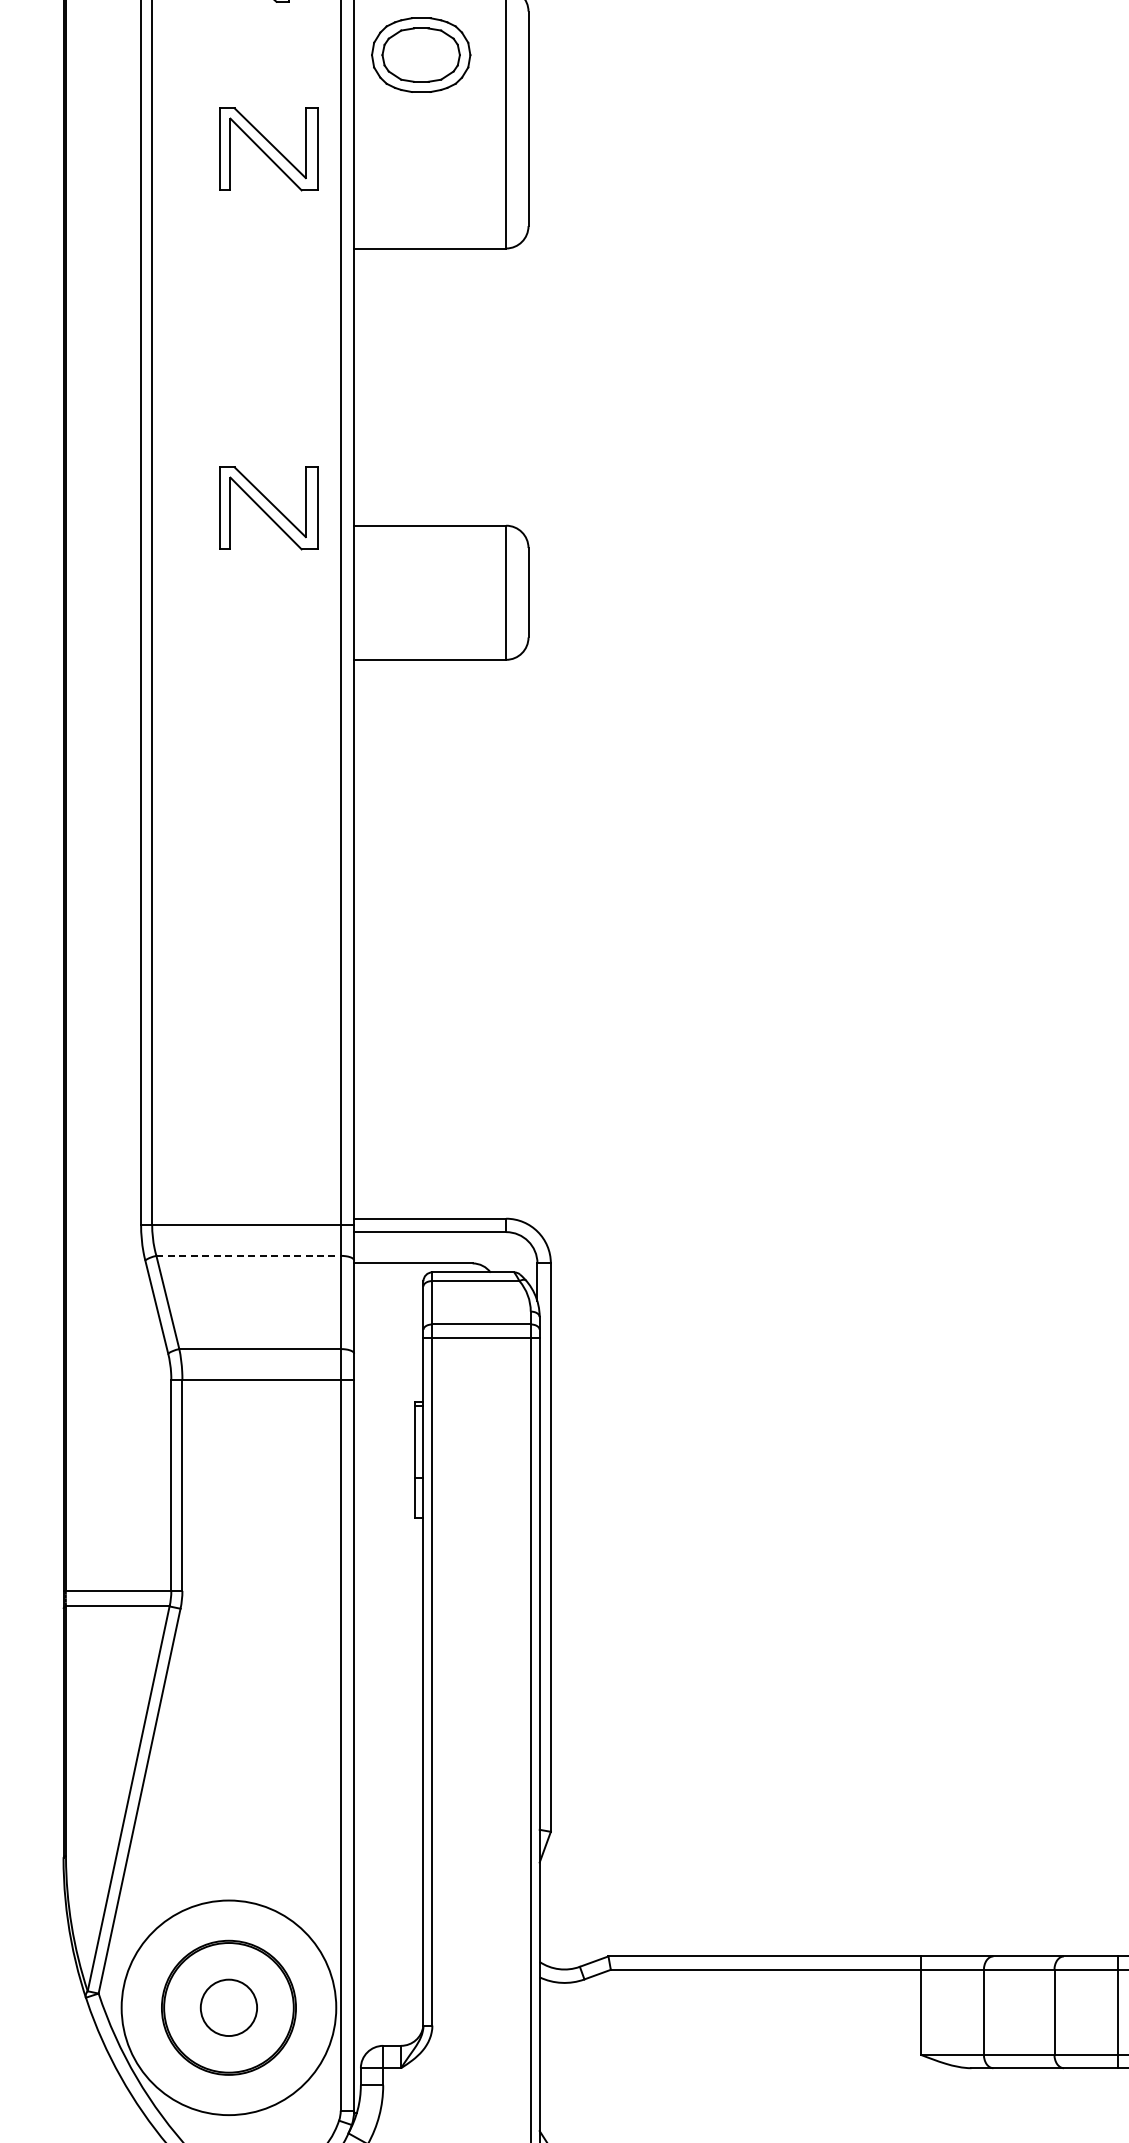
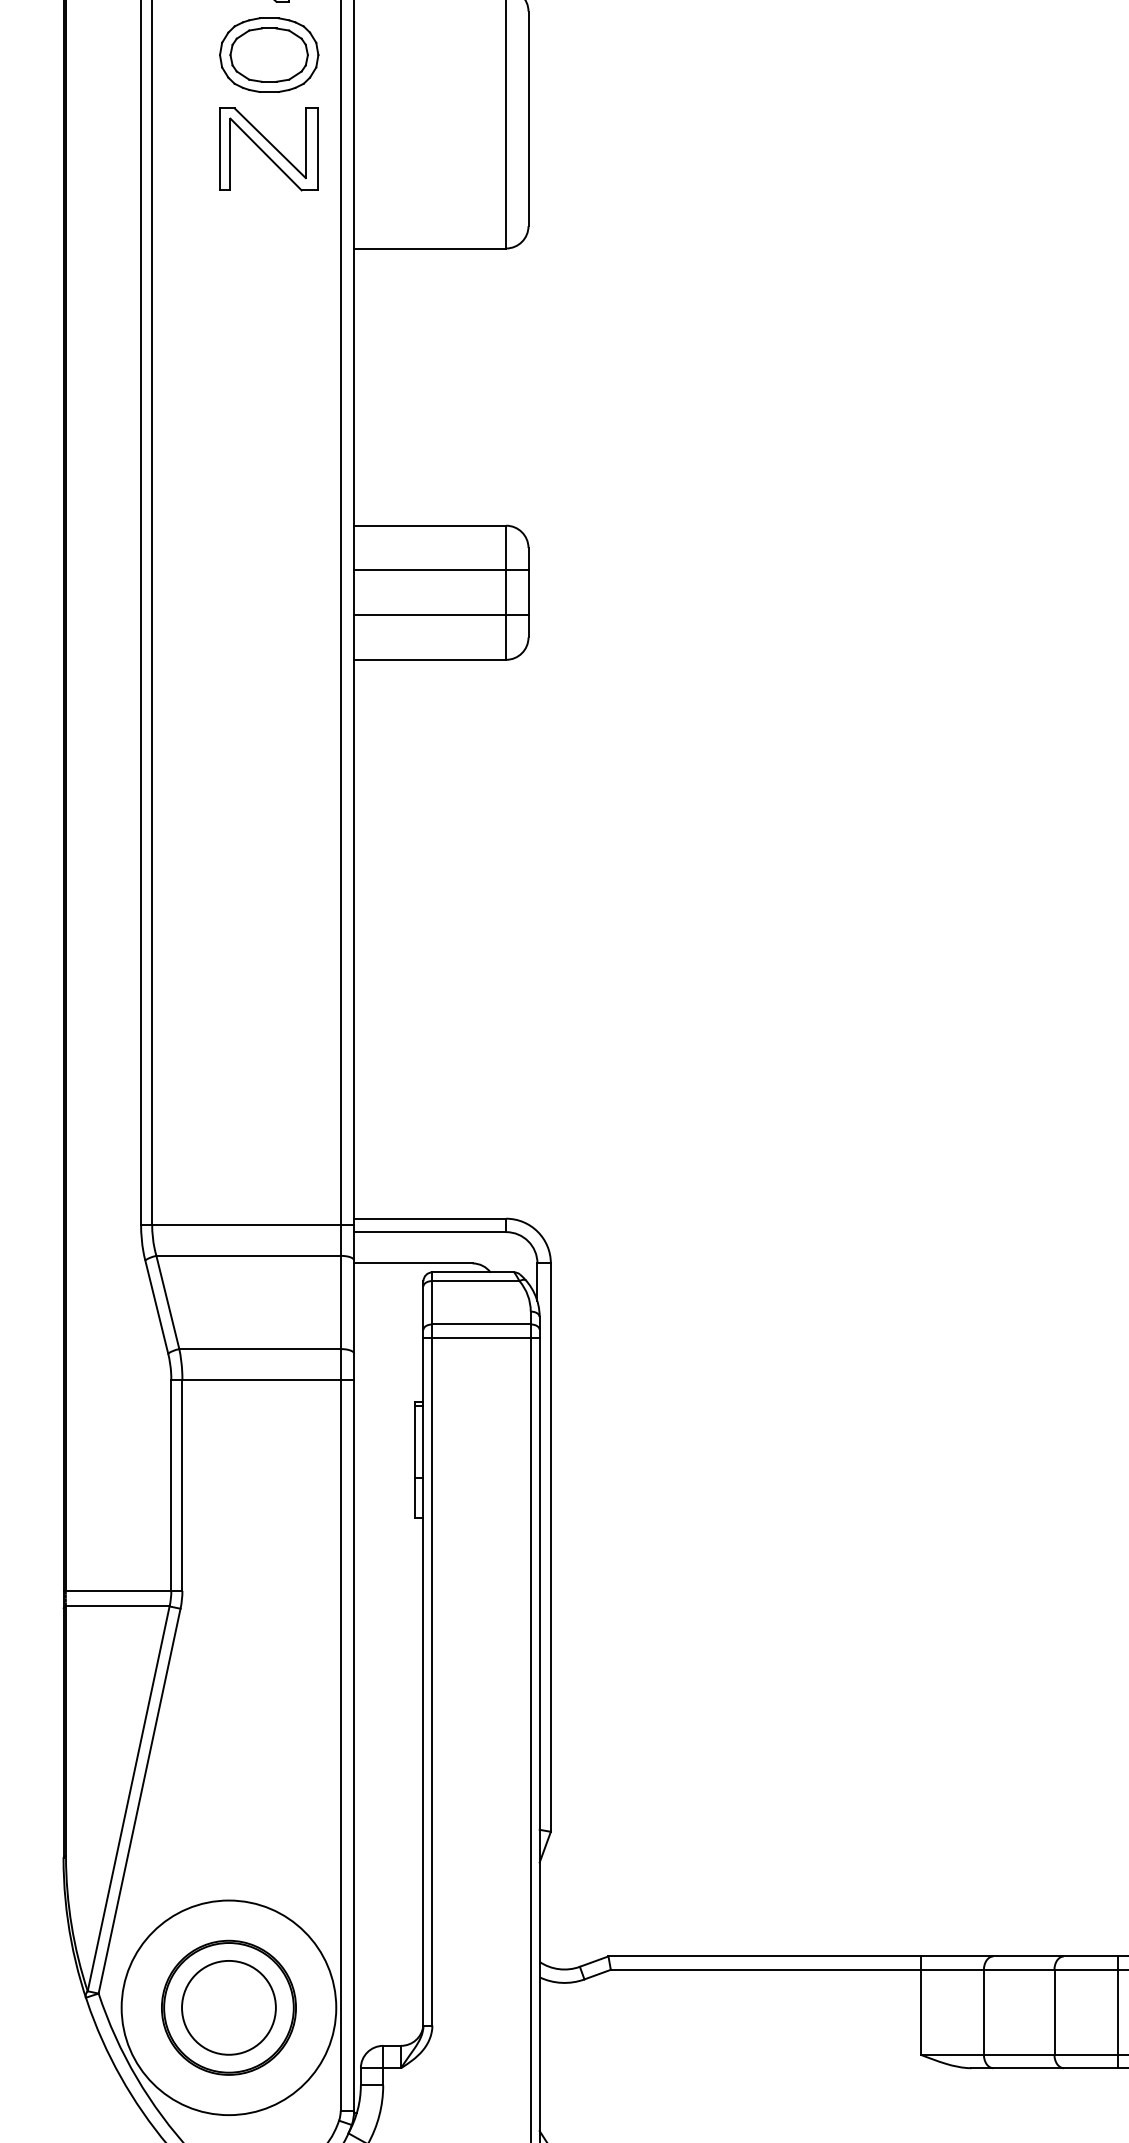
part at (421, 54) position: (421, 54) -> (269, 54)
part at (268, 508): present -> none
line at (441, 570): none -> present
line at (441, 615): none -> present
line at (249, 1255): dashed -> solid
circle at (228, 2007) diameter: 56 px -> 94 px
